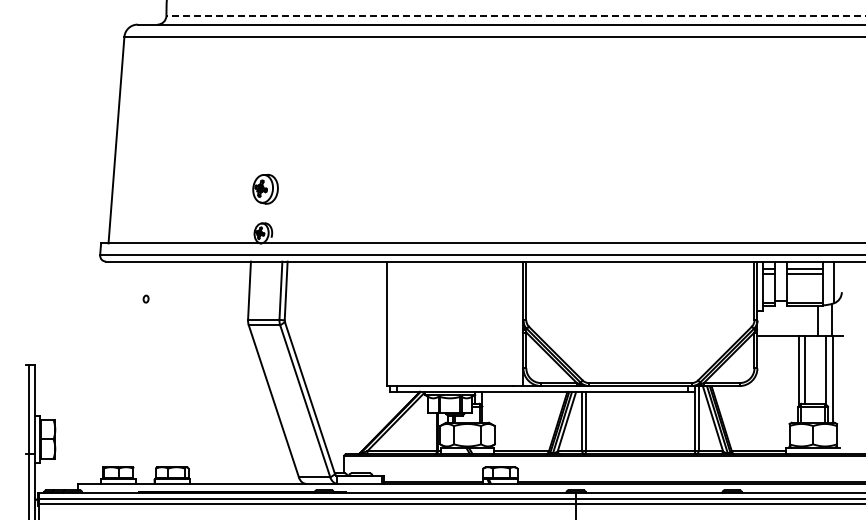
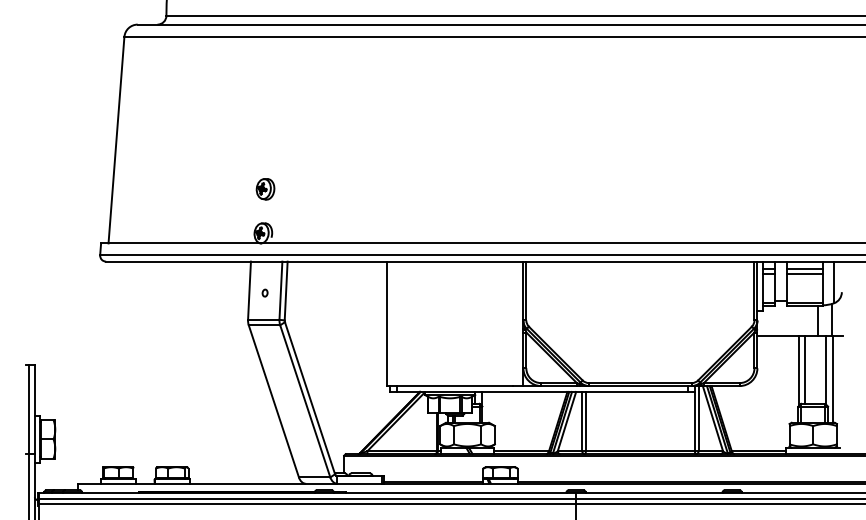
line at (515, 15): dashed -> solid
part at (265, 188) size: 27x32 px -> 21x23 px
part at (145, 298) position: (145, 298) -> (264, 292)
